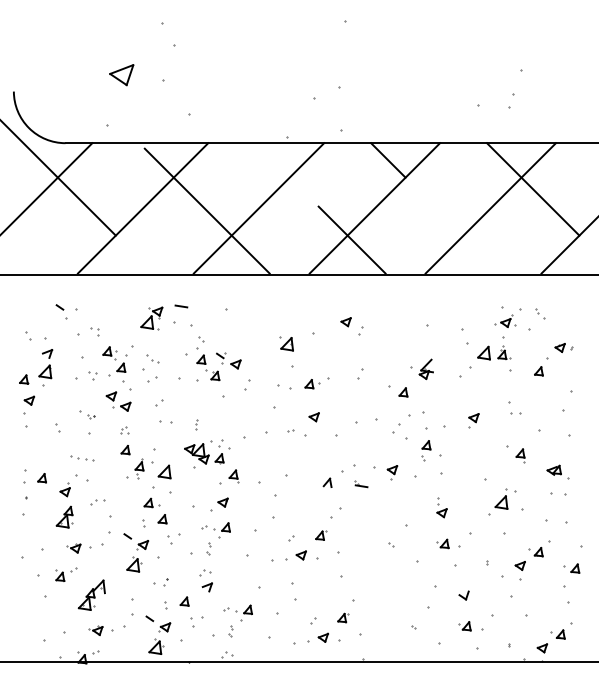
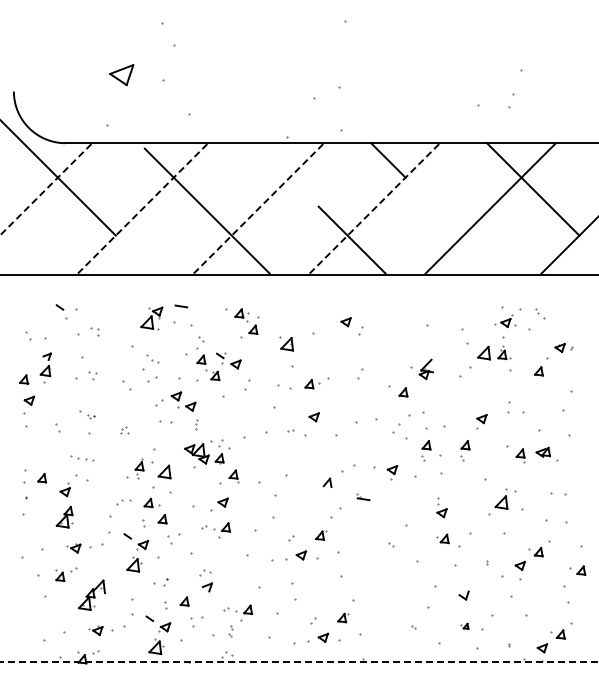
line at (46, 188): solid -> dashed
line at (143, 208): solid -> dashed
line at (259, 208): solid -> dashed
line at (375, 208): solid -> dashed
part at (114, 361) position: (114, 361) -> (246, 323)
part at (45, 367) size: 16x38 px -> 13x32 px
part at (118, 401) position: (118, 401) -> (183, 401)
part at (515, 413) size: 12x3 px -> 18x3 px
part at (473, 420) position: (473, 420) -> (481, 421)
part at (125, 450): present -> none
part at (465, 450): none -> present
part at (557, 471) position: (557, 471) -> (546, 453)
part at (361, 484) position: (361, 484) -> (363, 497)
part at (97, 502) position: (97, 502) -> (123, 502)
part at (442, 543) position: (442, 543) -> (442, 538)
part at (208, 548): present -> none
part at (571, 568) position: (571, 568) -> (577, 570)
part at (464, 626) size: 14x11 px -> 10x8 px
line at (299, 662): solid -> dashed
